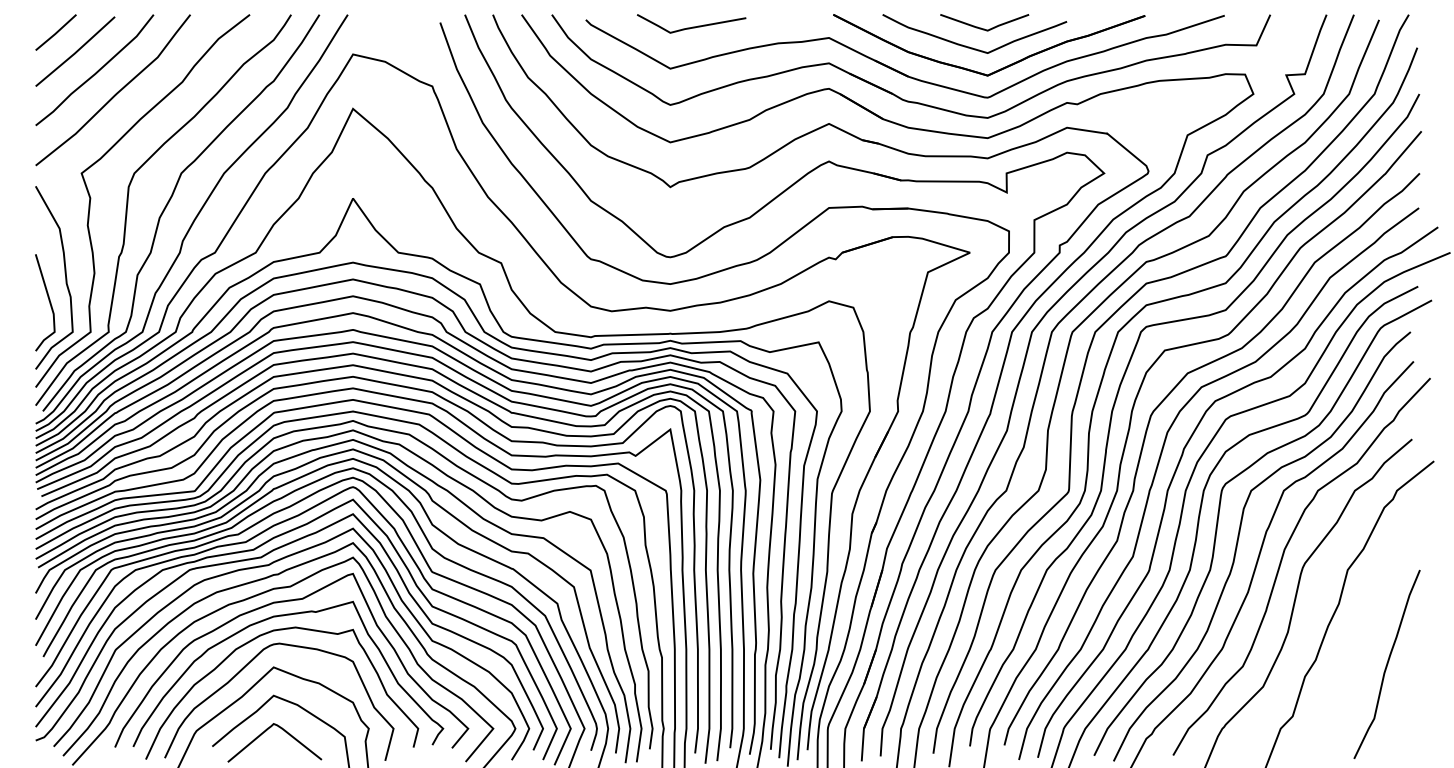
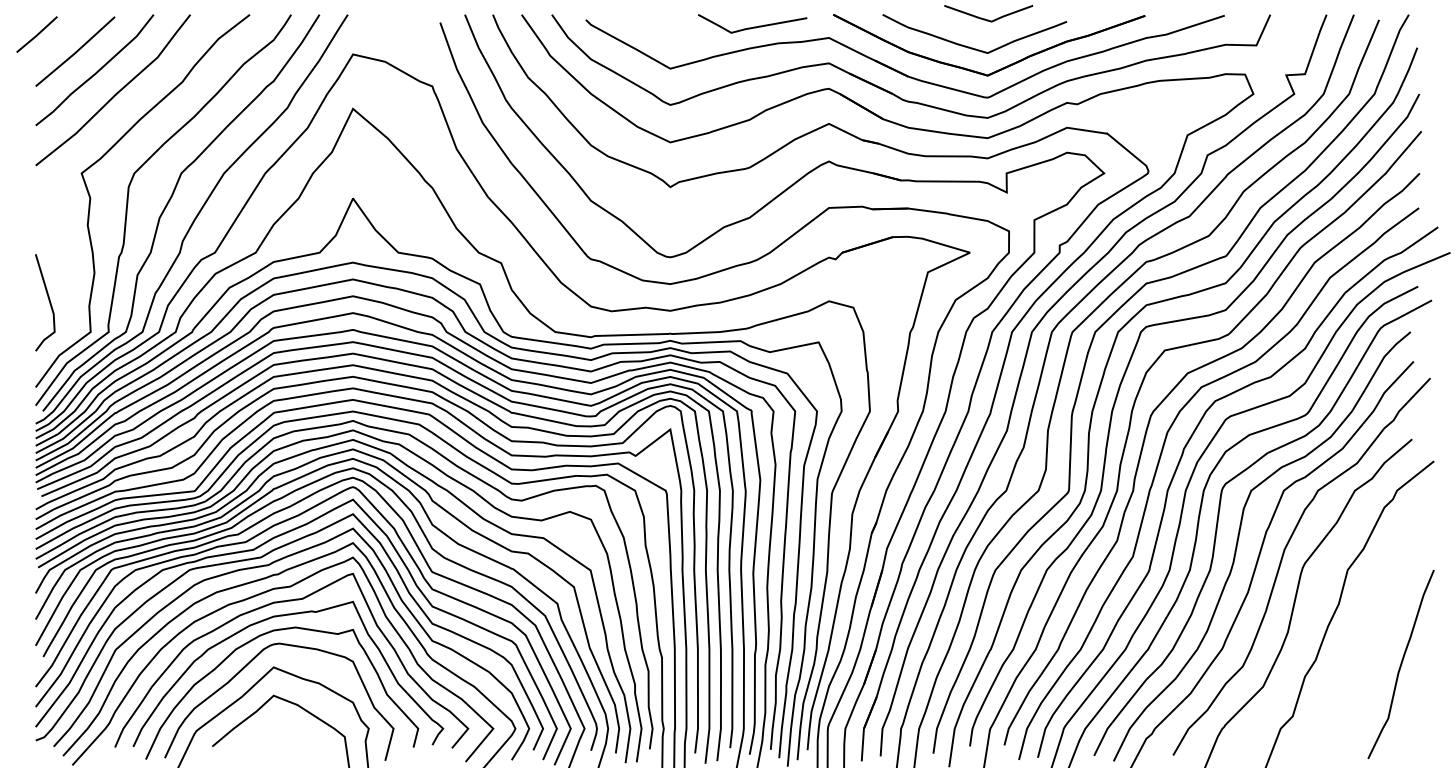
line at (692, 26) position: (692, 26) -> (753, 26)
line at (981, 27) position: (981, 27) -> (985, 18)
line at (55, 32) position: (55, 32) -> (36, 34)
curve at (64, 273): present -> none
curve at (1386, 663) position: (1386, 663) -> (1400, 663)
curve at (265, 732): present -> none
